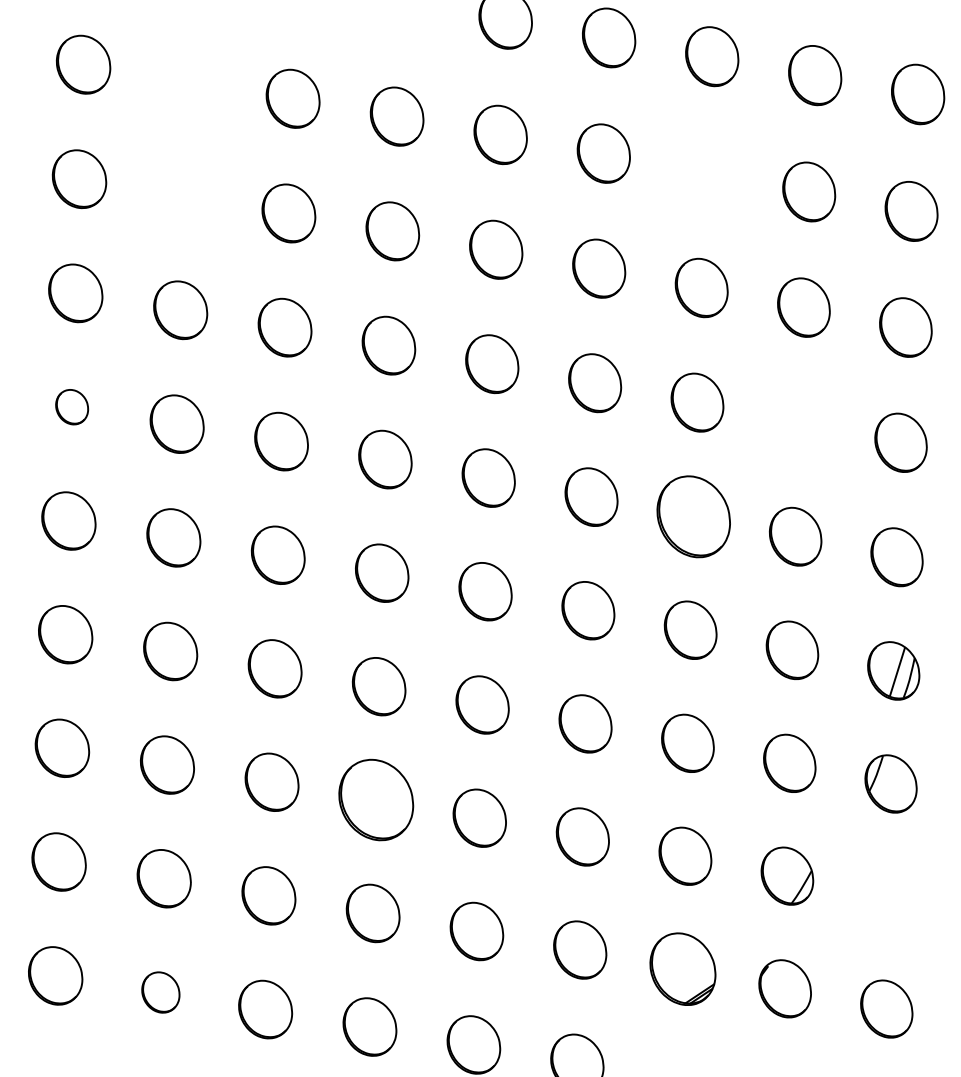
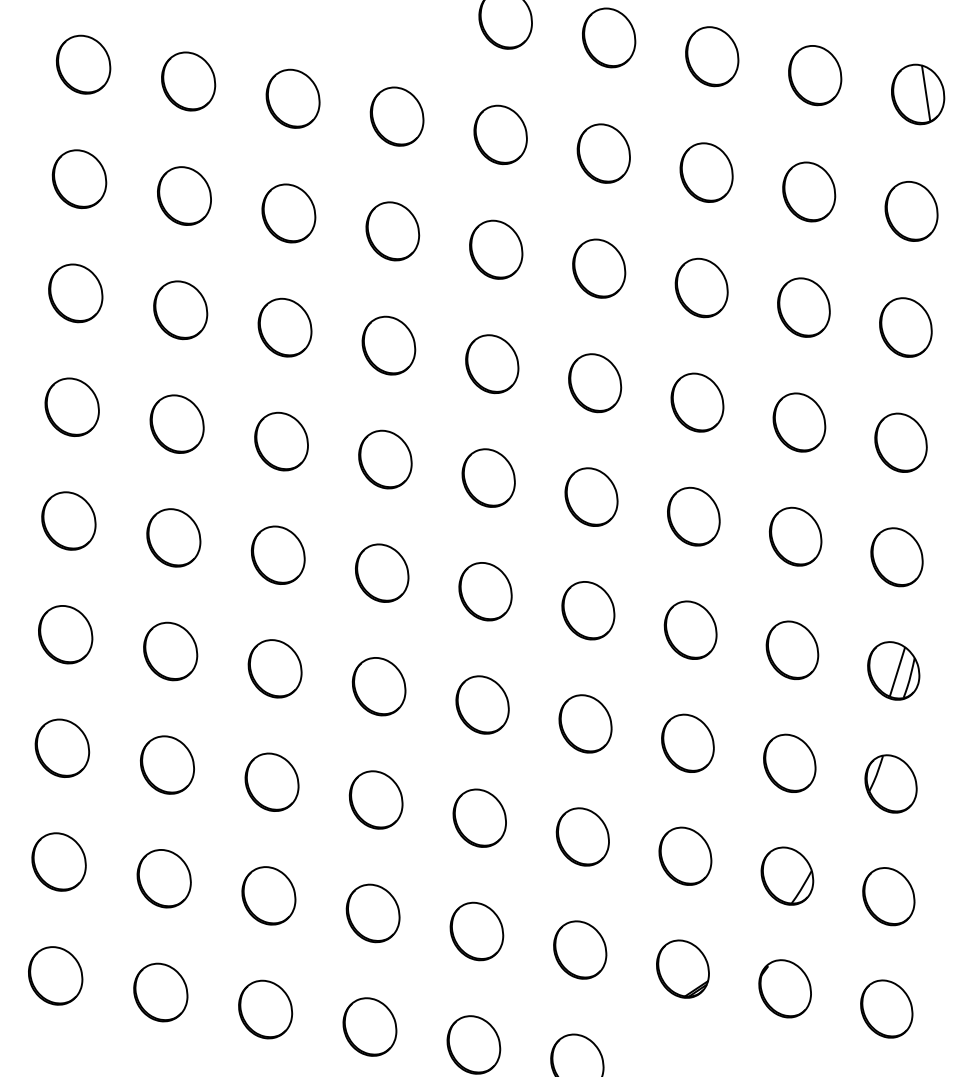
part at (188, 81): none -> present
line at (926, 93): none -> present
part at (706, 172): none -> present
part at (184, 195): none -> present
part at (72, 407) size: 35x37 px -> 56x60 px
part at (799, 422): none -> present
part at (693, 516) size: 75x84 px -> 54x61 px
part at (376, 799) size: 77x84 px -> 56x60 px
part at (888, 896): none -> present
part at (682, 968) size: 68x74 px -> 54x60 px
part at (160, 992) size: 40x43 px -> 56x61 px
